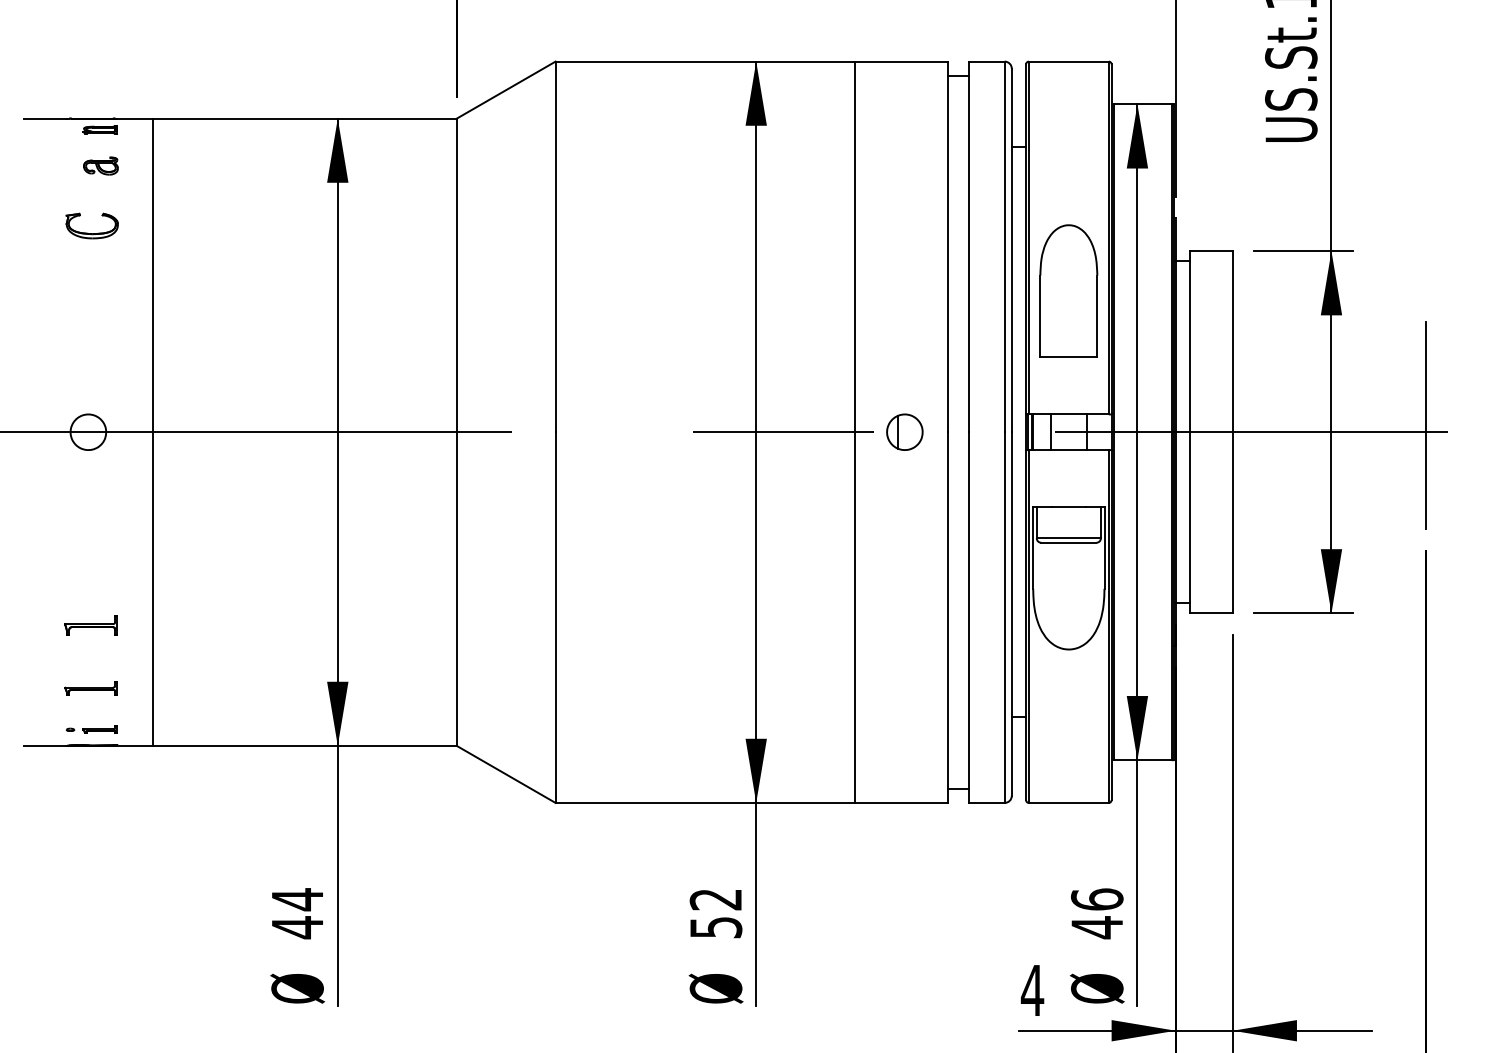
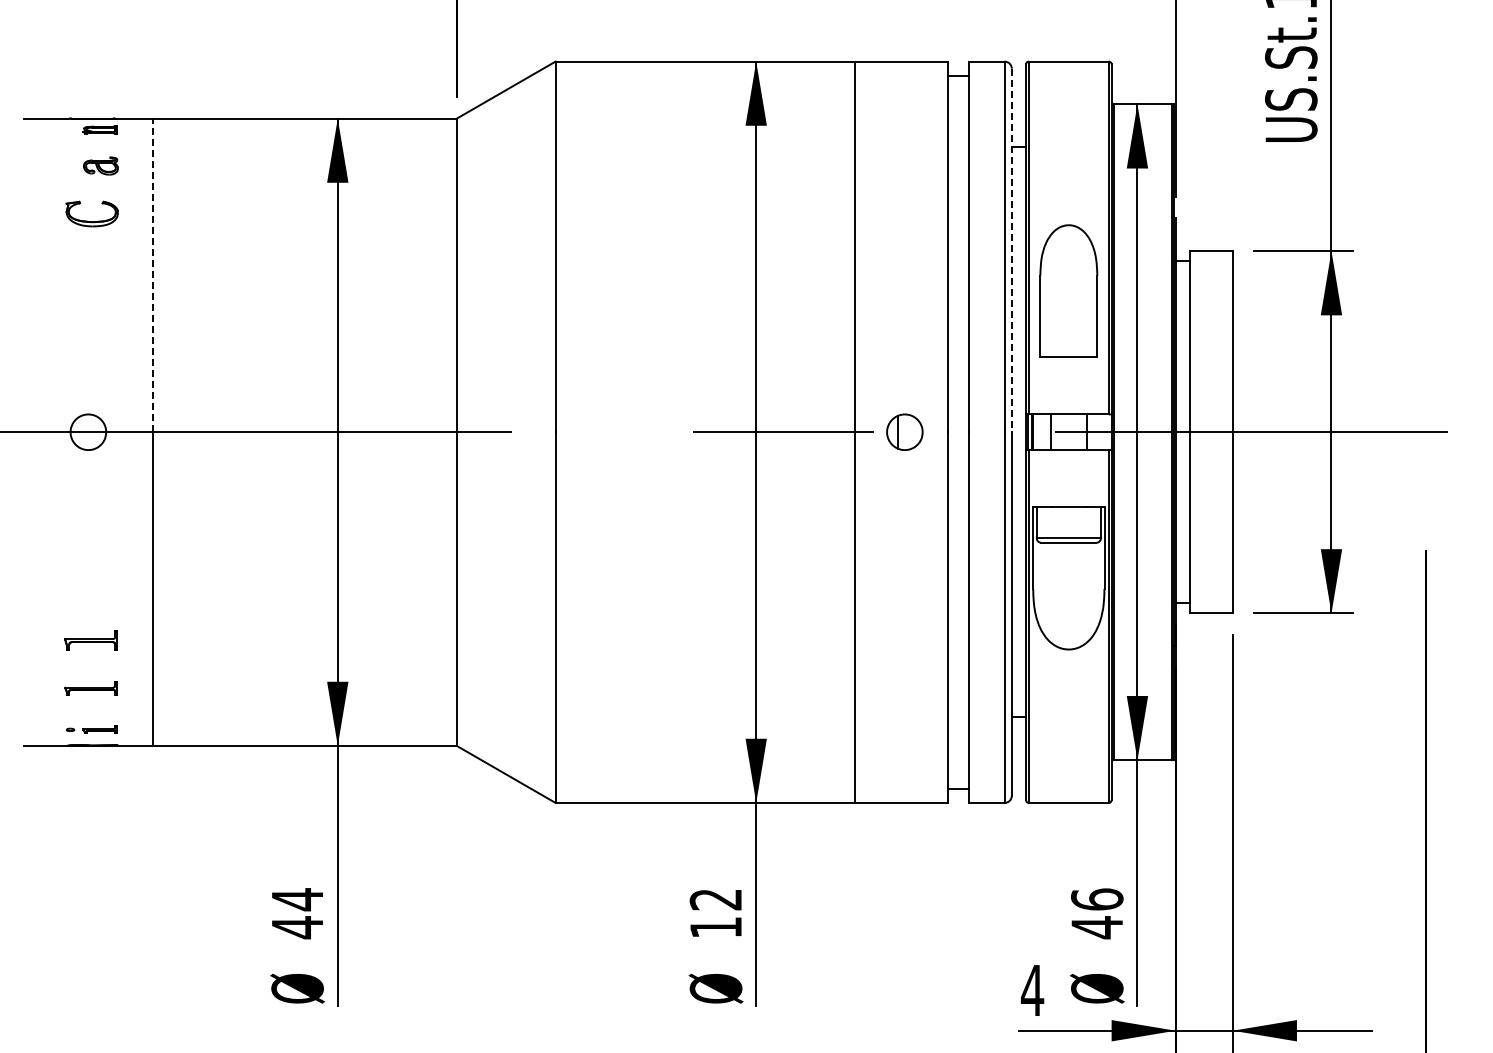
part at (91, 233) position: (91, 233) -> (91, 221)
line at (1011, 250): solid -> dashed
line at (152, 275): solid -> dashed
line at (1425, 425): present -> none
part at (90, 625) position: (90, 625) -> (90, 640)
text at (716, 927): 52 -> 12
